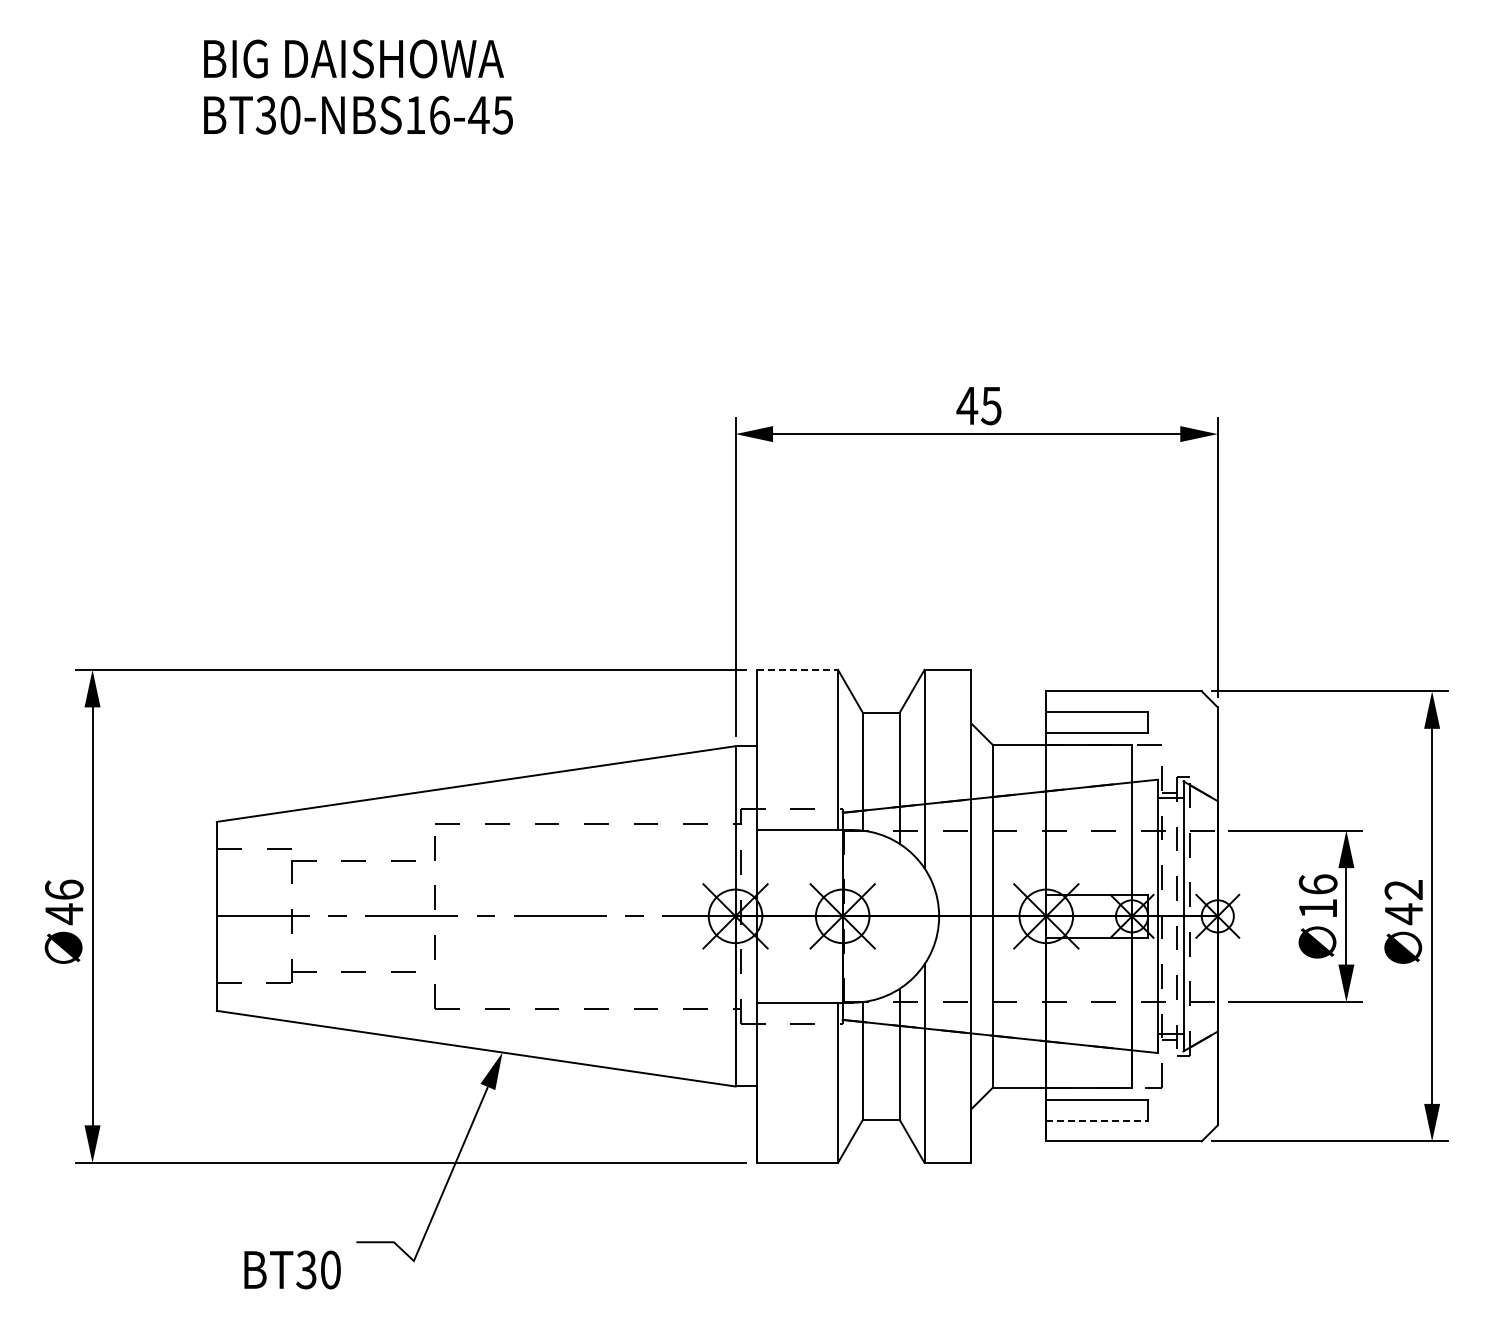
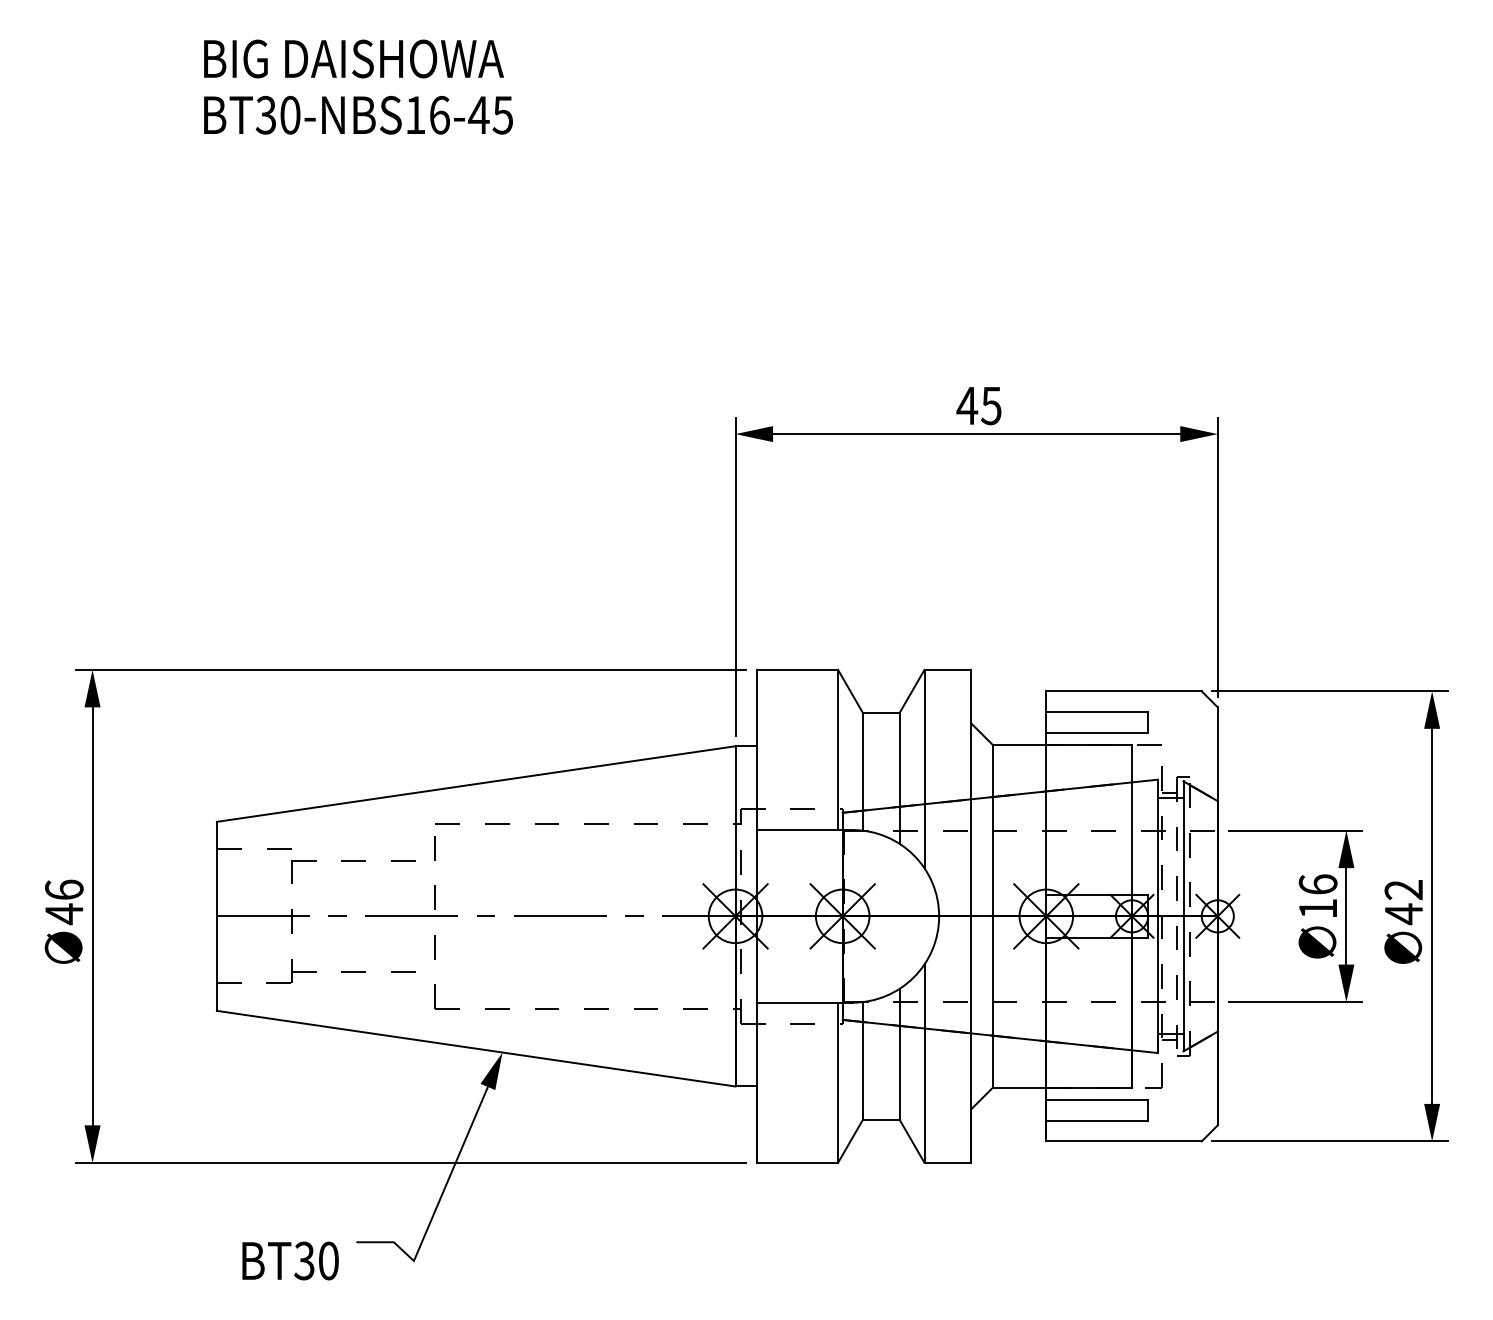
line at (797, 669): dashed -> solid
line at (1097, 1121): dashed -> solid
text at (292, 1269) position: (292, 1269) -> (290, 1260)
